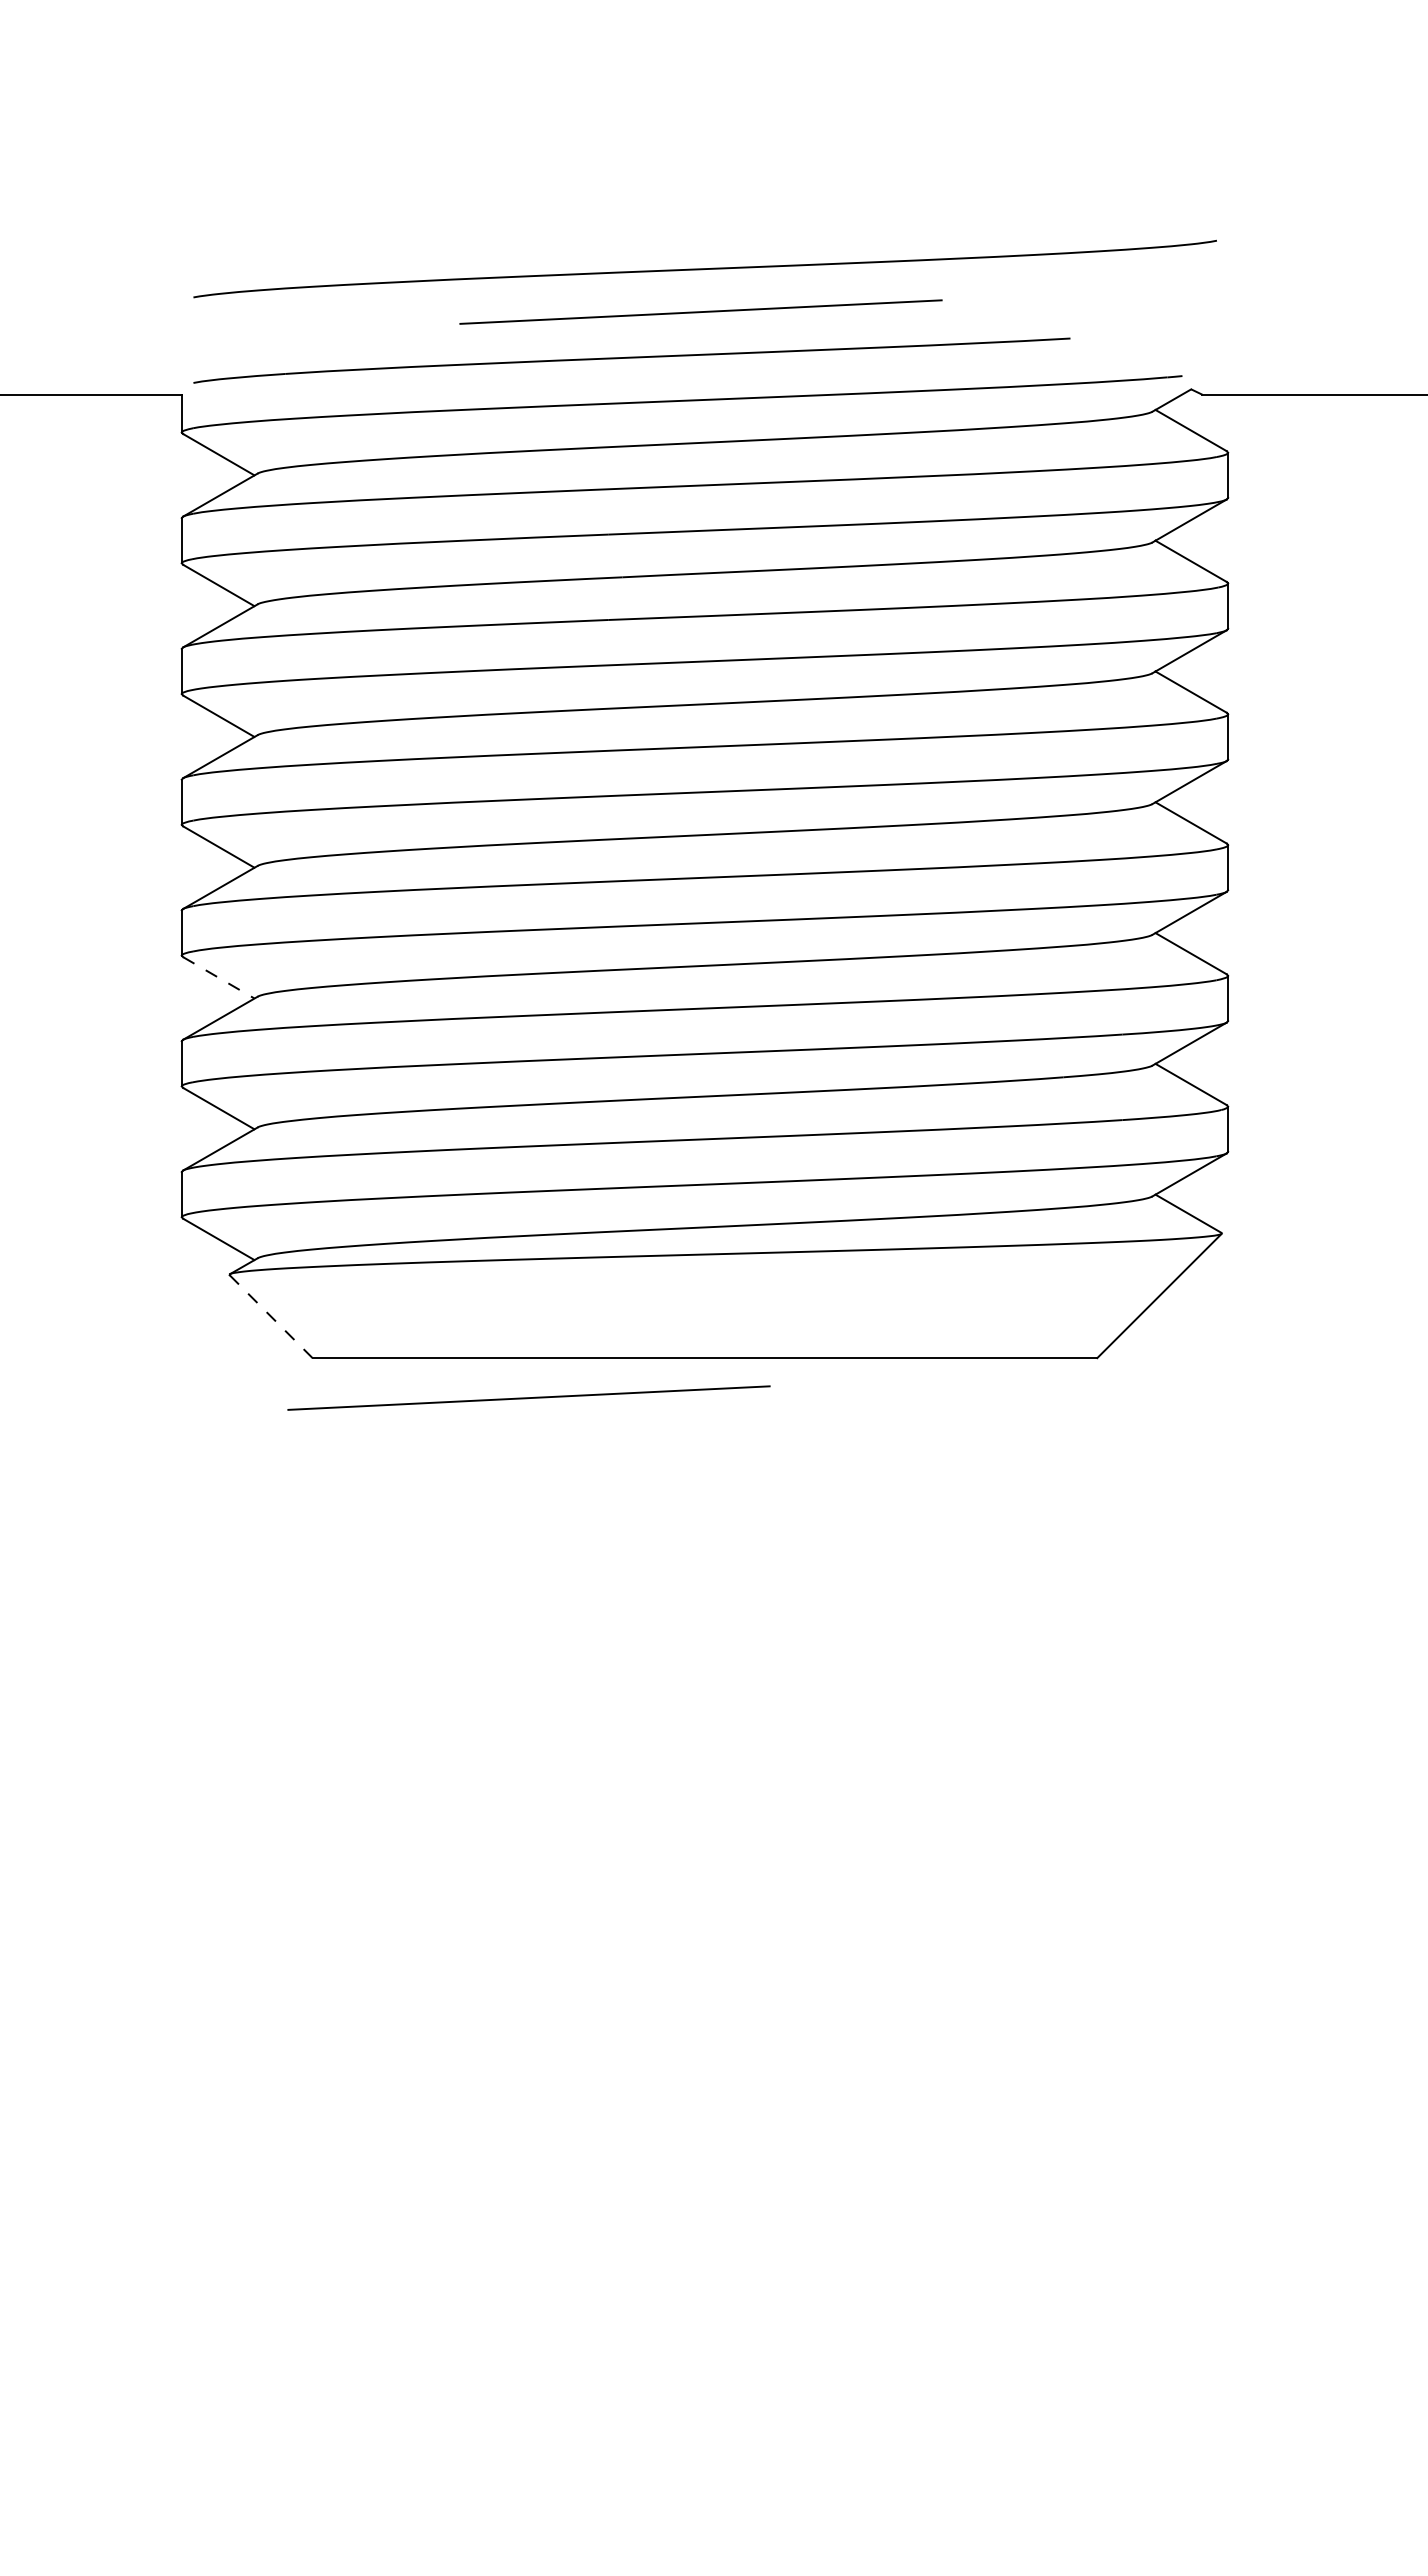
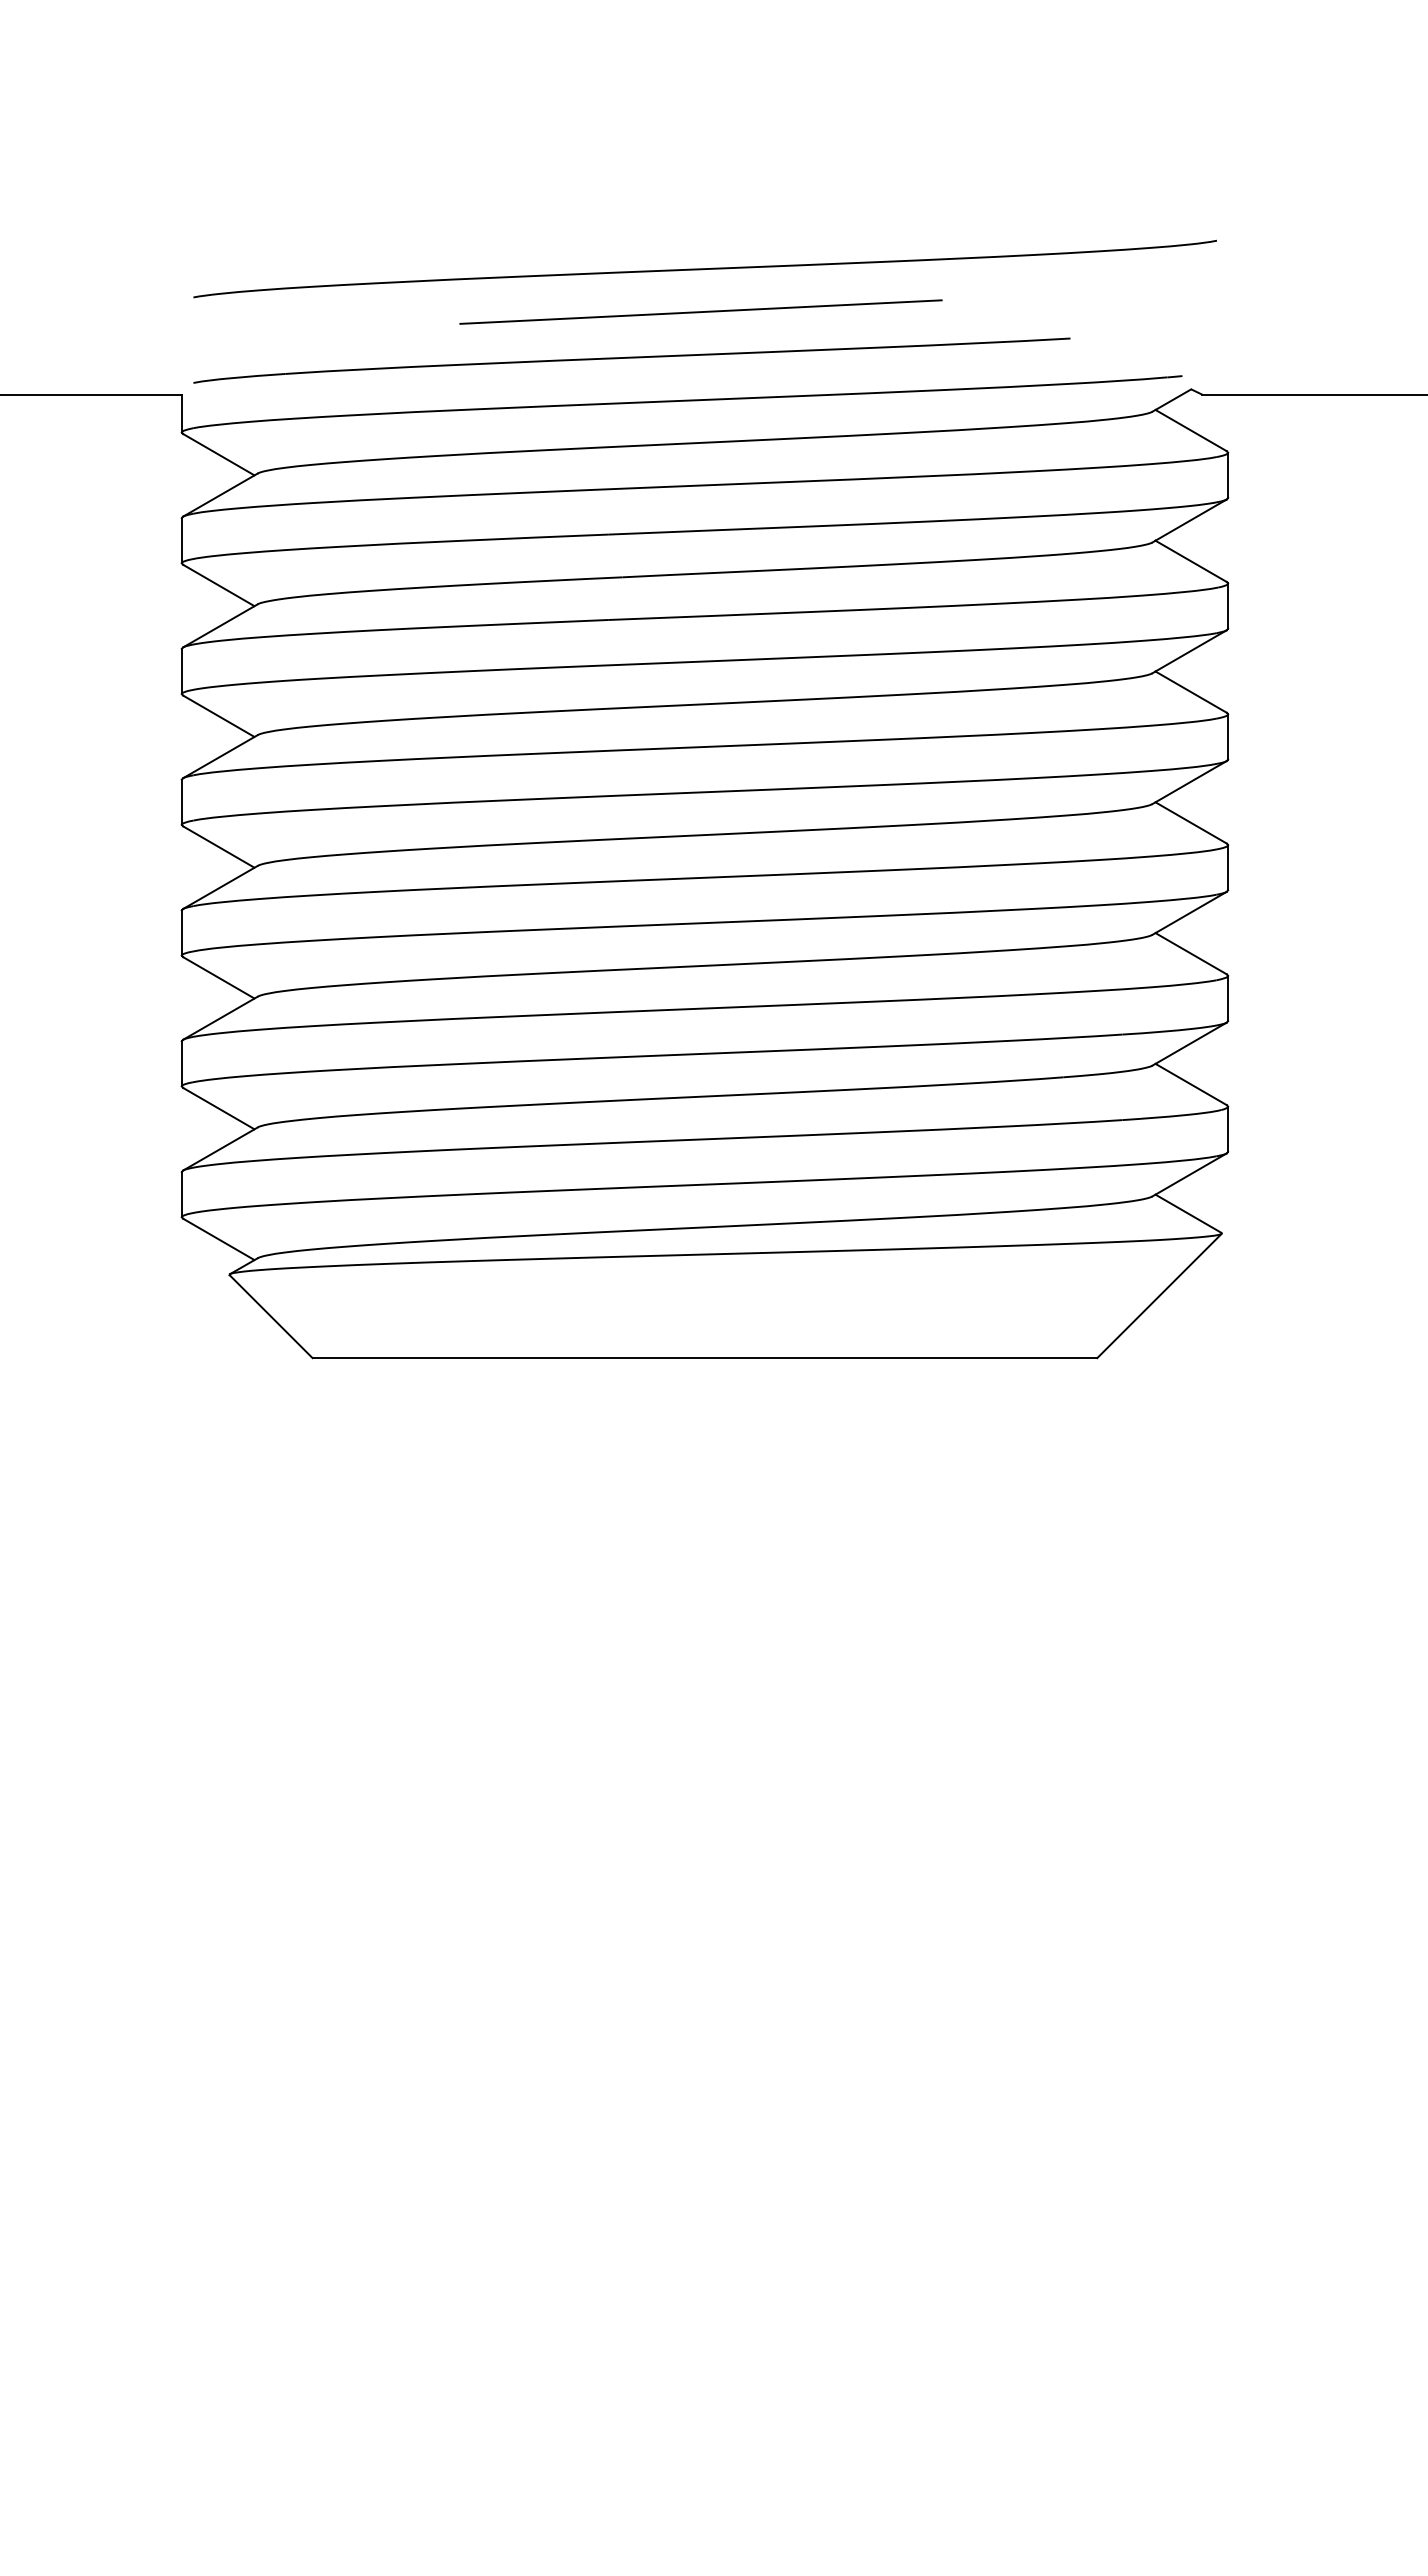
line at (219, 978): dashed -> solid
line at (271, 1316): dashed -> solid
line at (528, 1397): present -> none
